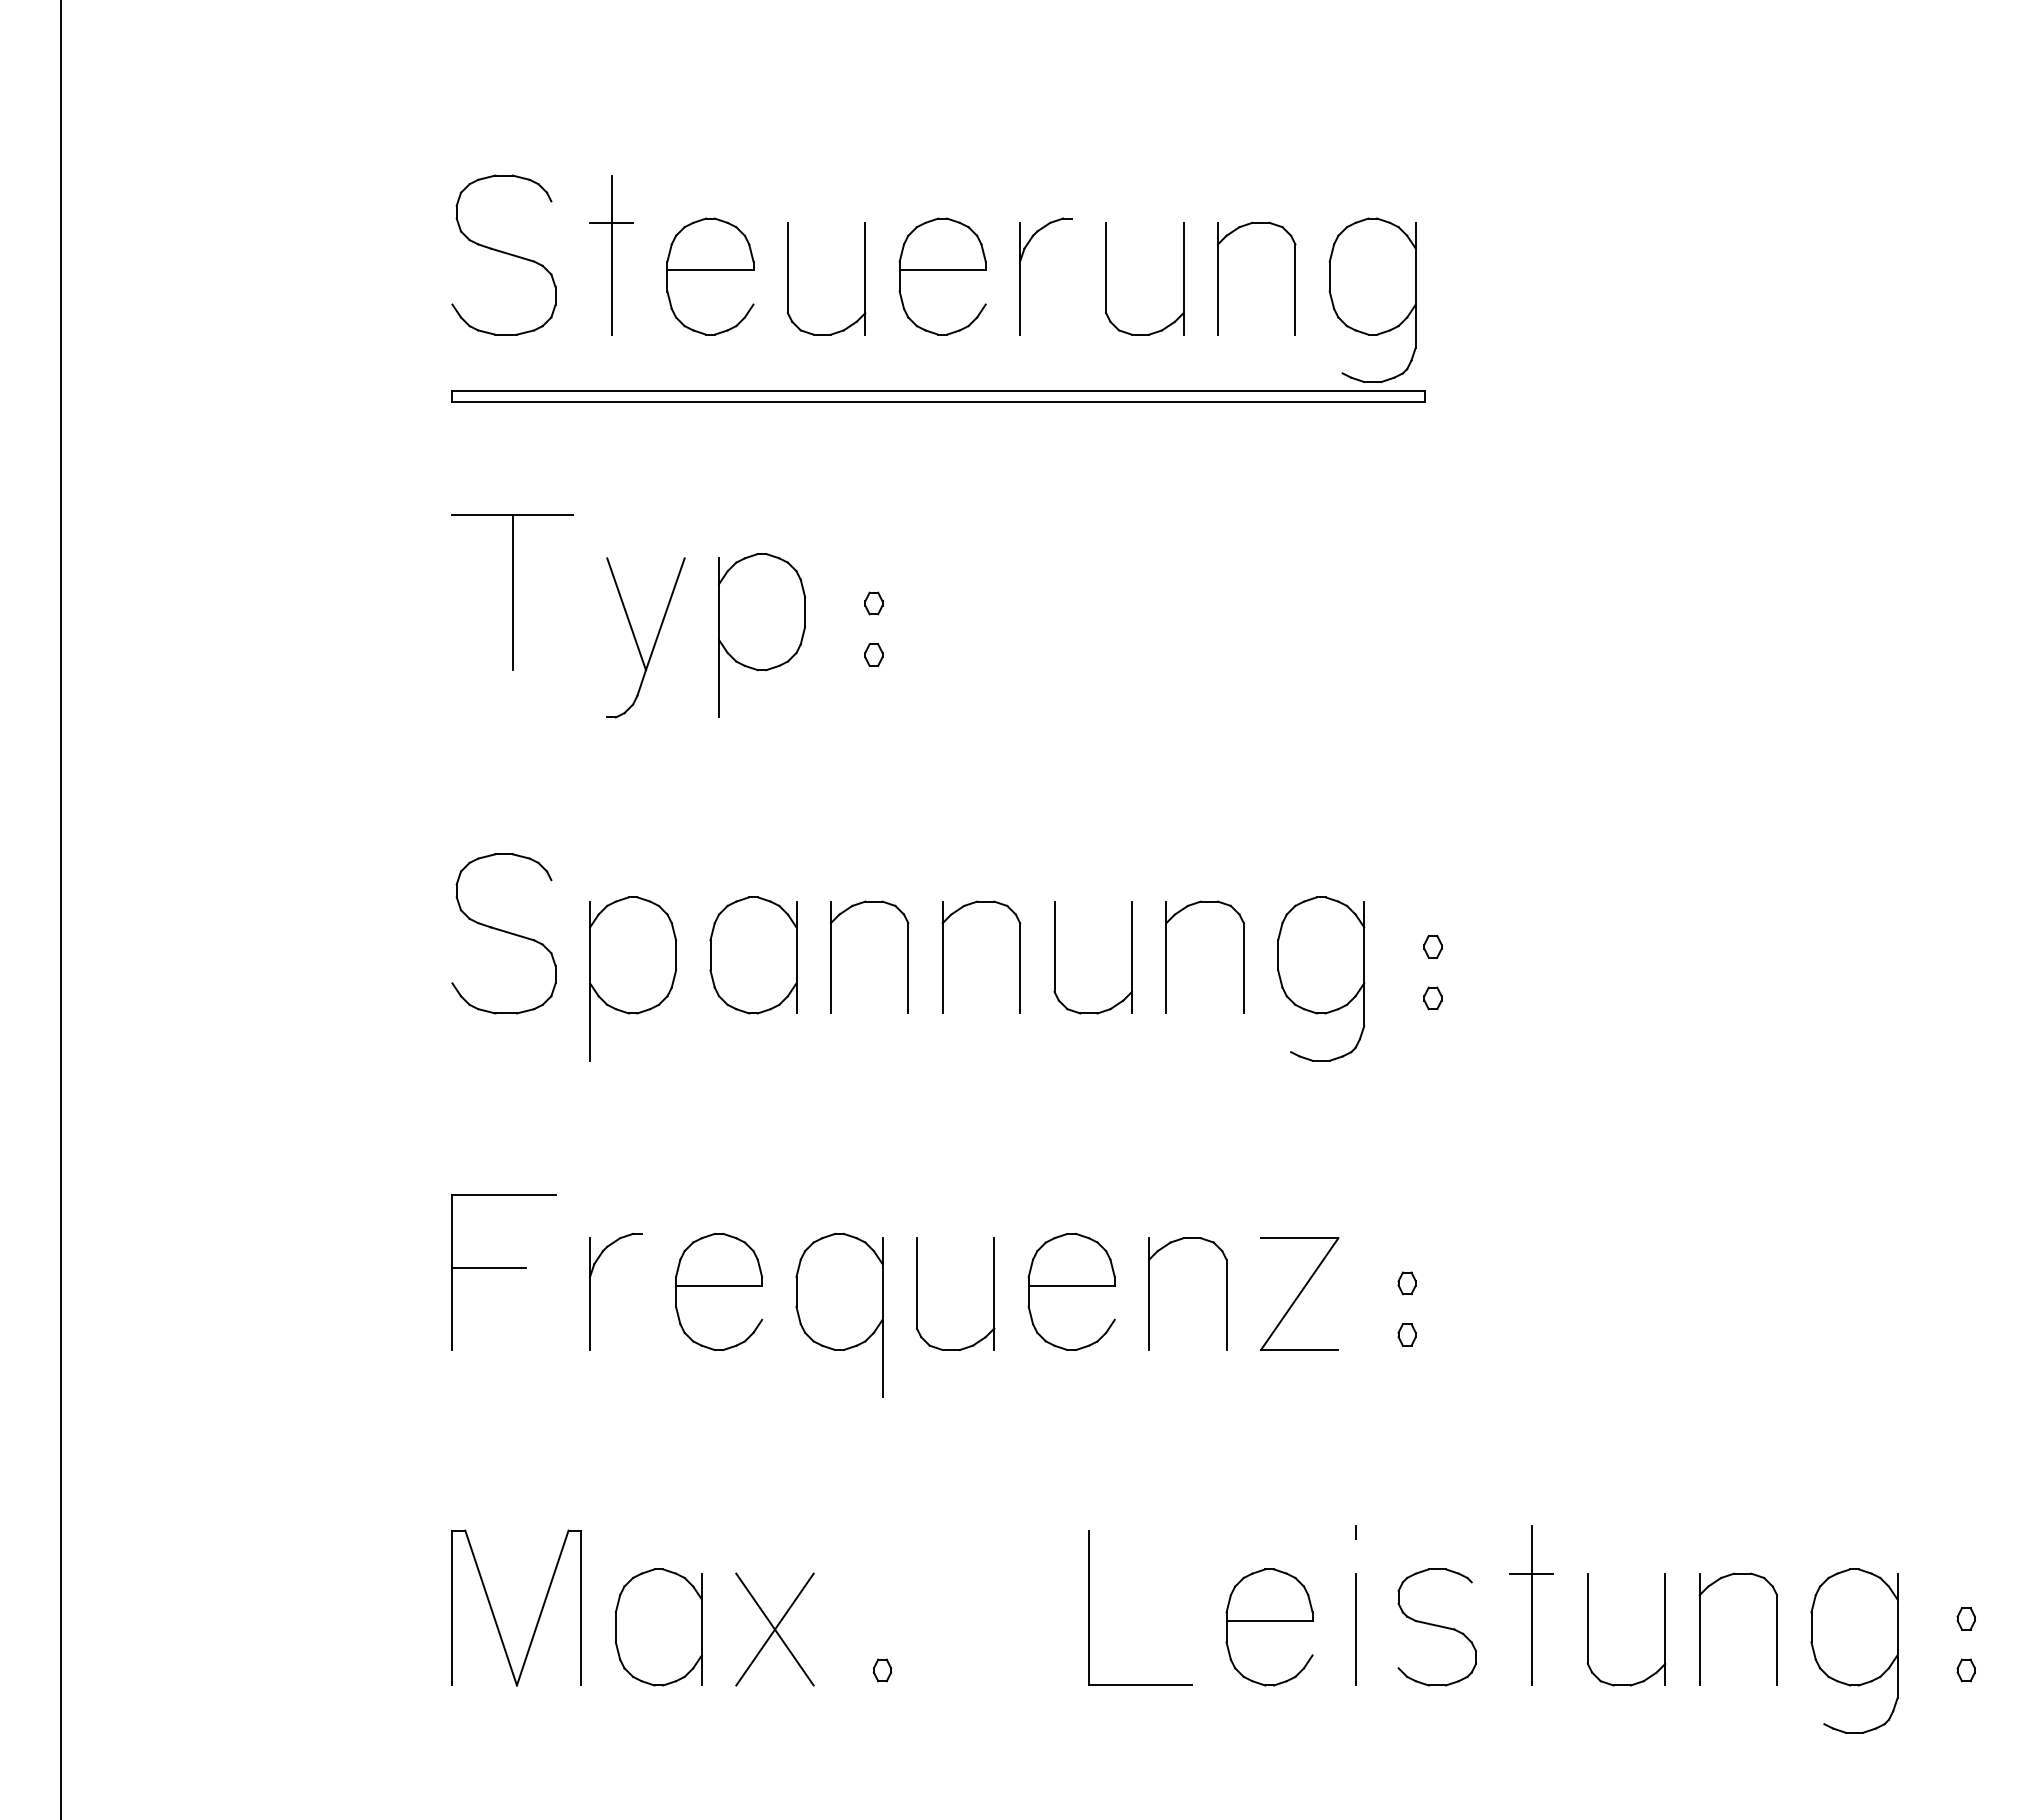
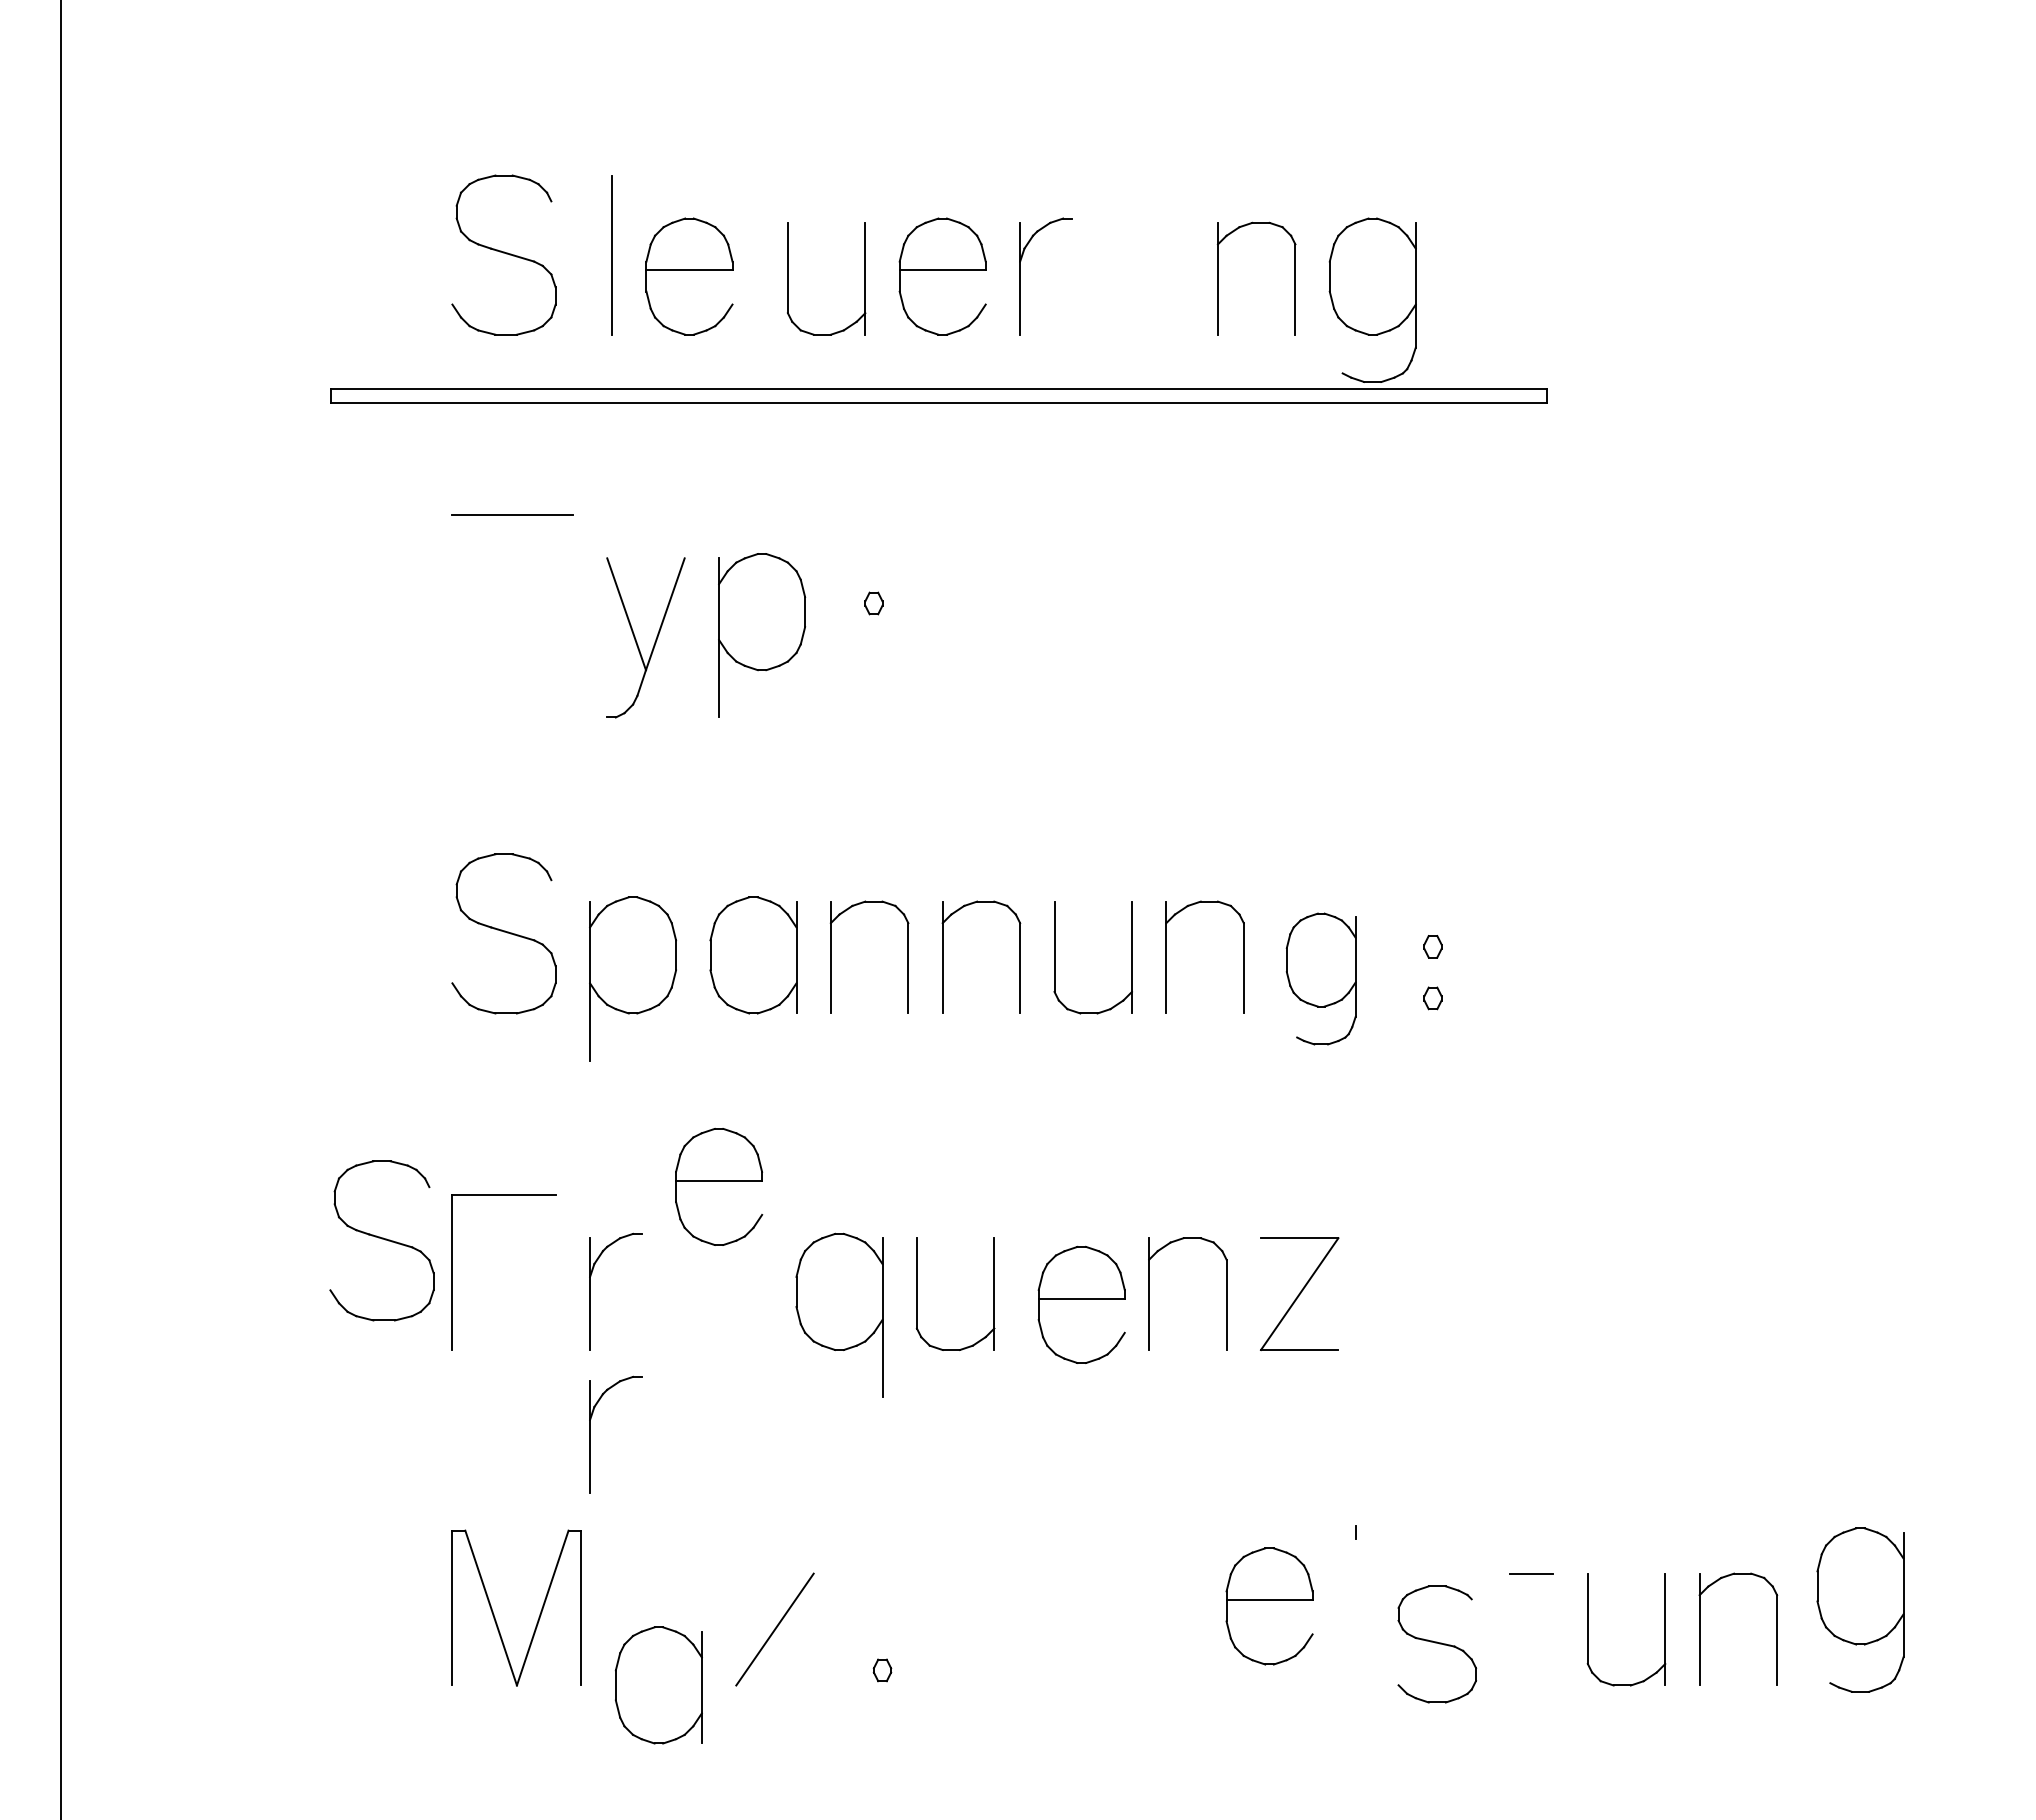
line at (611, 222): present -> none
part at (710, 276) position: (710, 276) -> (689, 276)
part at (1106, 278): present -> none
part at (938, 396) size: 975x13 px -> 1218x16 px
line at (512, 592): present -> none
part at (873, 654): present -> none
part at (1321, 978) size: 89x166 px -> 72x134 px
part at (381, 1240): none -> present
line at (488, 1268): present -> none
part at (1406, 1283): present -> none
part at (719, 1291) position: (719, 1291) -> (719, 1186)
part at (1071, 1291) position: (1071, 1291) -> (1081, 1304)
part at (1406, 1334): present -> none
part at (590, 1434): none -> present
line at (1531, 1605): present -> none
part at (1089, 1607): present -> none
part at (1965, 1618): present -> none
part at (658, 1627) position: (658, 1627) -> (658, 1685)
part at (1269, 1627) position: (1269, 1627) -> (1269, 1606)
part at (1437, 1627) position: (1437, 1627) -> (1437, 1644)
line at (774, 1629): present -> none
line at (1355, 1629): present -> none
part at (1854, 1650) position: (1854, 1650) -> (1860, 1609)
part at (1965, 1670): present -> none
